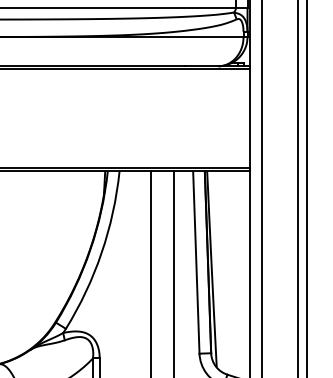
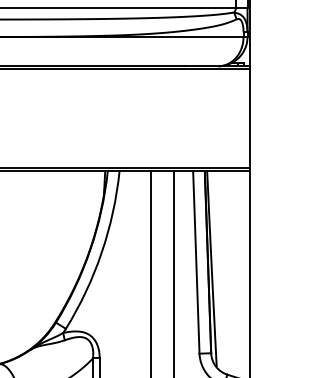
line at (261, 188): present -> none
line at (297, 188): present -> none
line at (307, 188): present -> none
